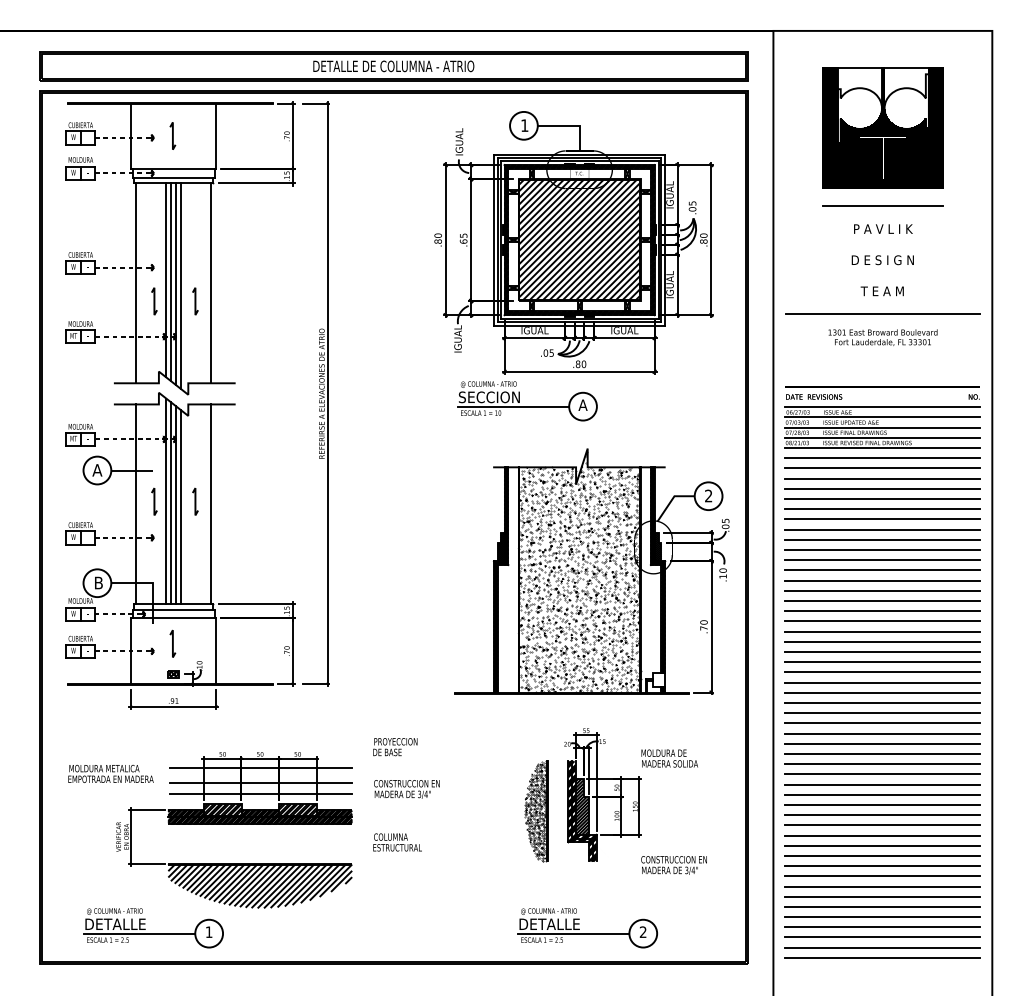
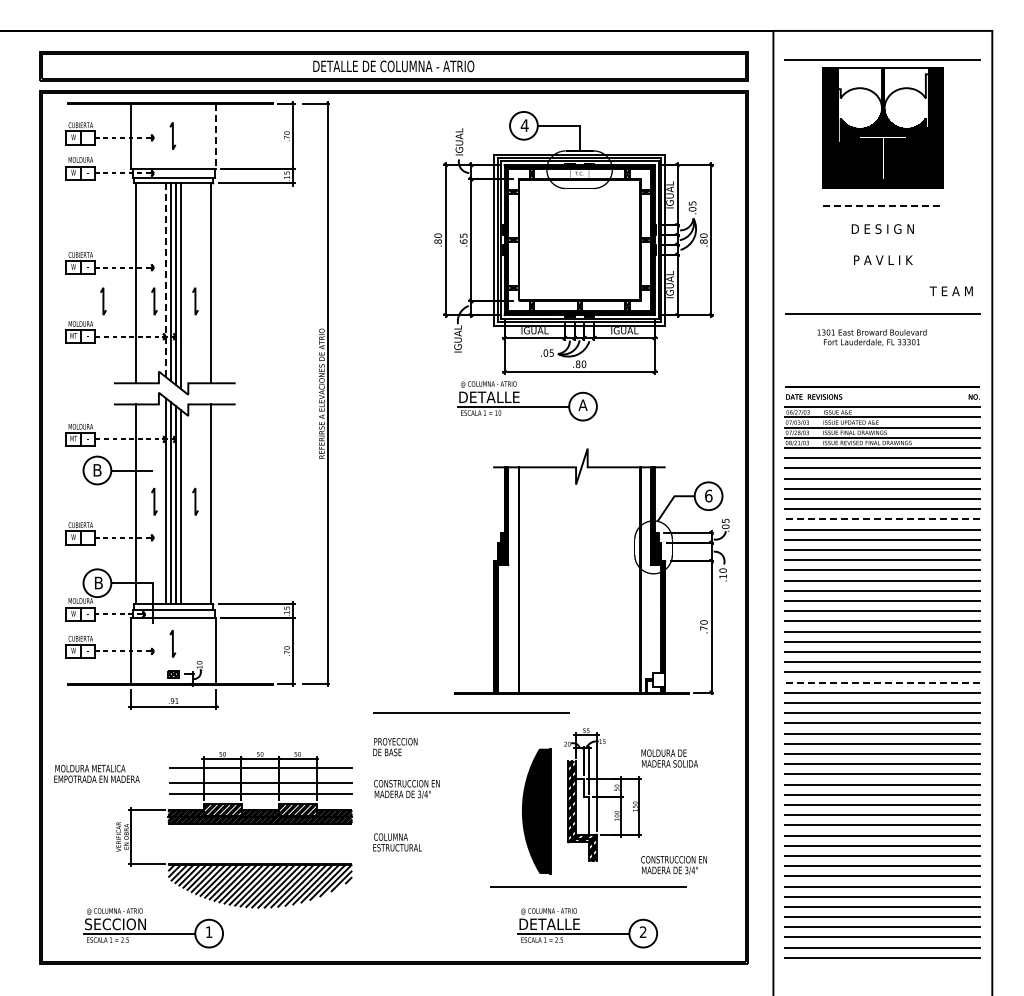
line at (882, 59): none -> present
text at (524, 125): 1 -> 4
line at (216, 136): solid -> dashed
line at (882, 206): solid -> dashed
text at (882, 228): P A V L I K -> D E S I G N
hatch at (579, 239): present -> none
text at (882, 260): D E S I G N -> P A V L I K
line at (166, 280): solid -> dashed
text at (881, 291) position: (881, 291) -> (950, 291)
line at (103, 301): none -> present
text at (882, 337) position: (882, 337) -> (871, 337)
text at (488, 397): SECCION -> DETALLE
text at (97, 470): A -> B
text at (708, 495): 2 -> 6
line at (882, 519): solid -> dashed
hatch at (579, 572): present -> none
line at (882, 682): solid -> dashed
line at (471, 712): none -> present
text at (110, 773) position: (110, 773) -> (96, 773)
hatch at (582, 806): present -> none
part at (536, 811) size: 25x103 px -> 30x127 px
line at (588, 886): none -> present
text at (115, 924): DETALLE -> SECCION
